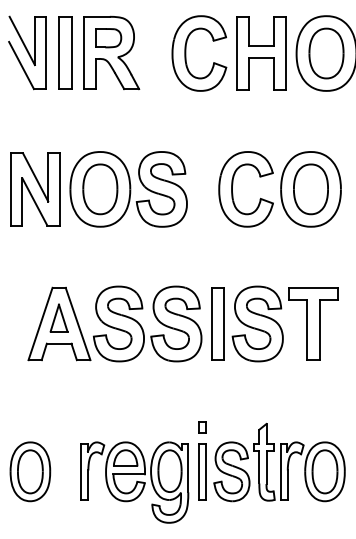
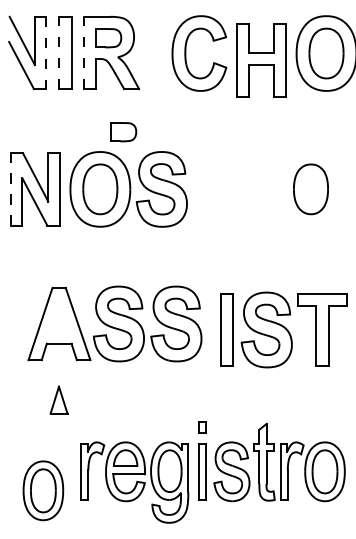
line at (59, 52): solid -> dashed
line at (83, 52): solid -> dashed
line at (46, 53): solid -> dashed
part at (261, 53) position: (261, 53) -> (261, 60)
part at (123, 132): none -> present
line at (10, 188): solid -> dashed
part at (279, 189): present -> none
part at (58, 317) position: (58, 317) -> (58, 399)
part at (274, 323) position: (274, 323) -> (283, 329)
part at (30, 471) position: (30, 471) -> (43, 490)
